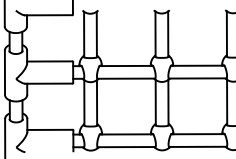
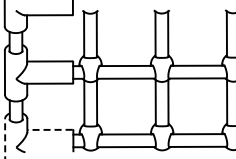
line at (49, 129): solid -> dashed
line at (5, 138): solid -> dashed
